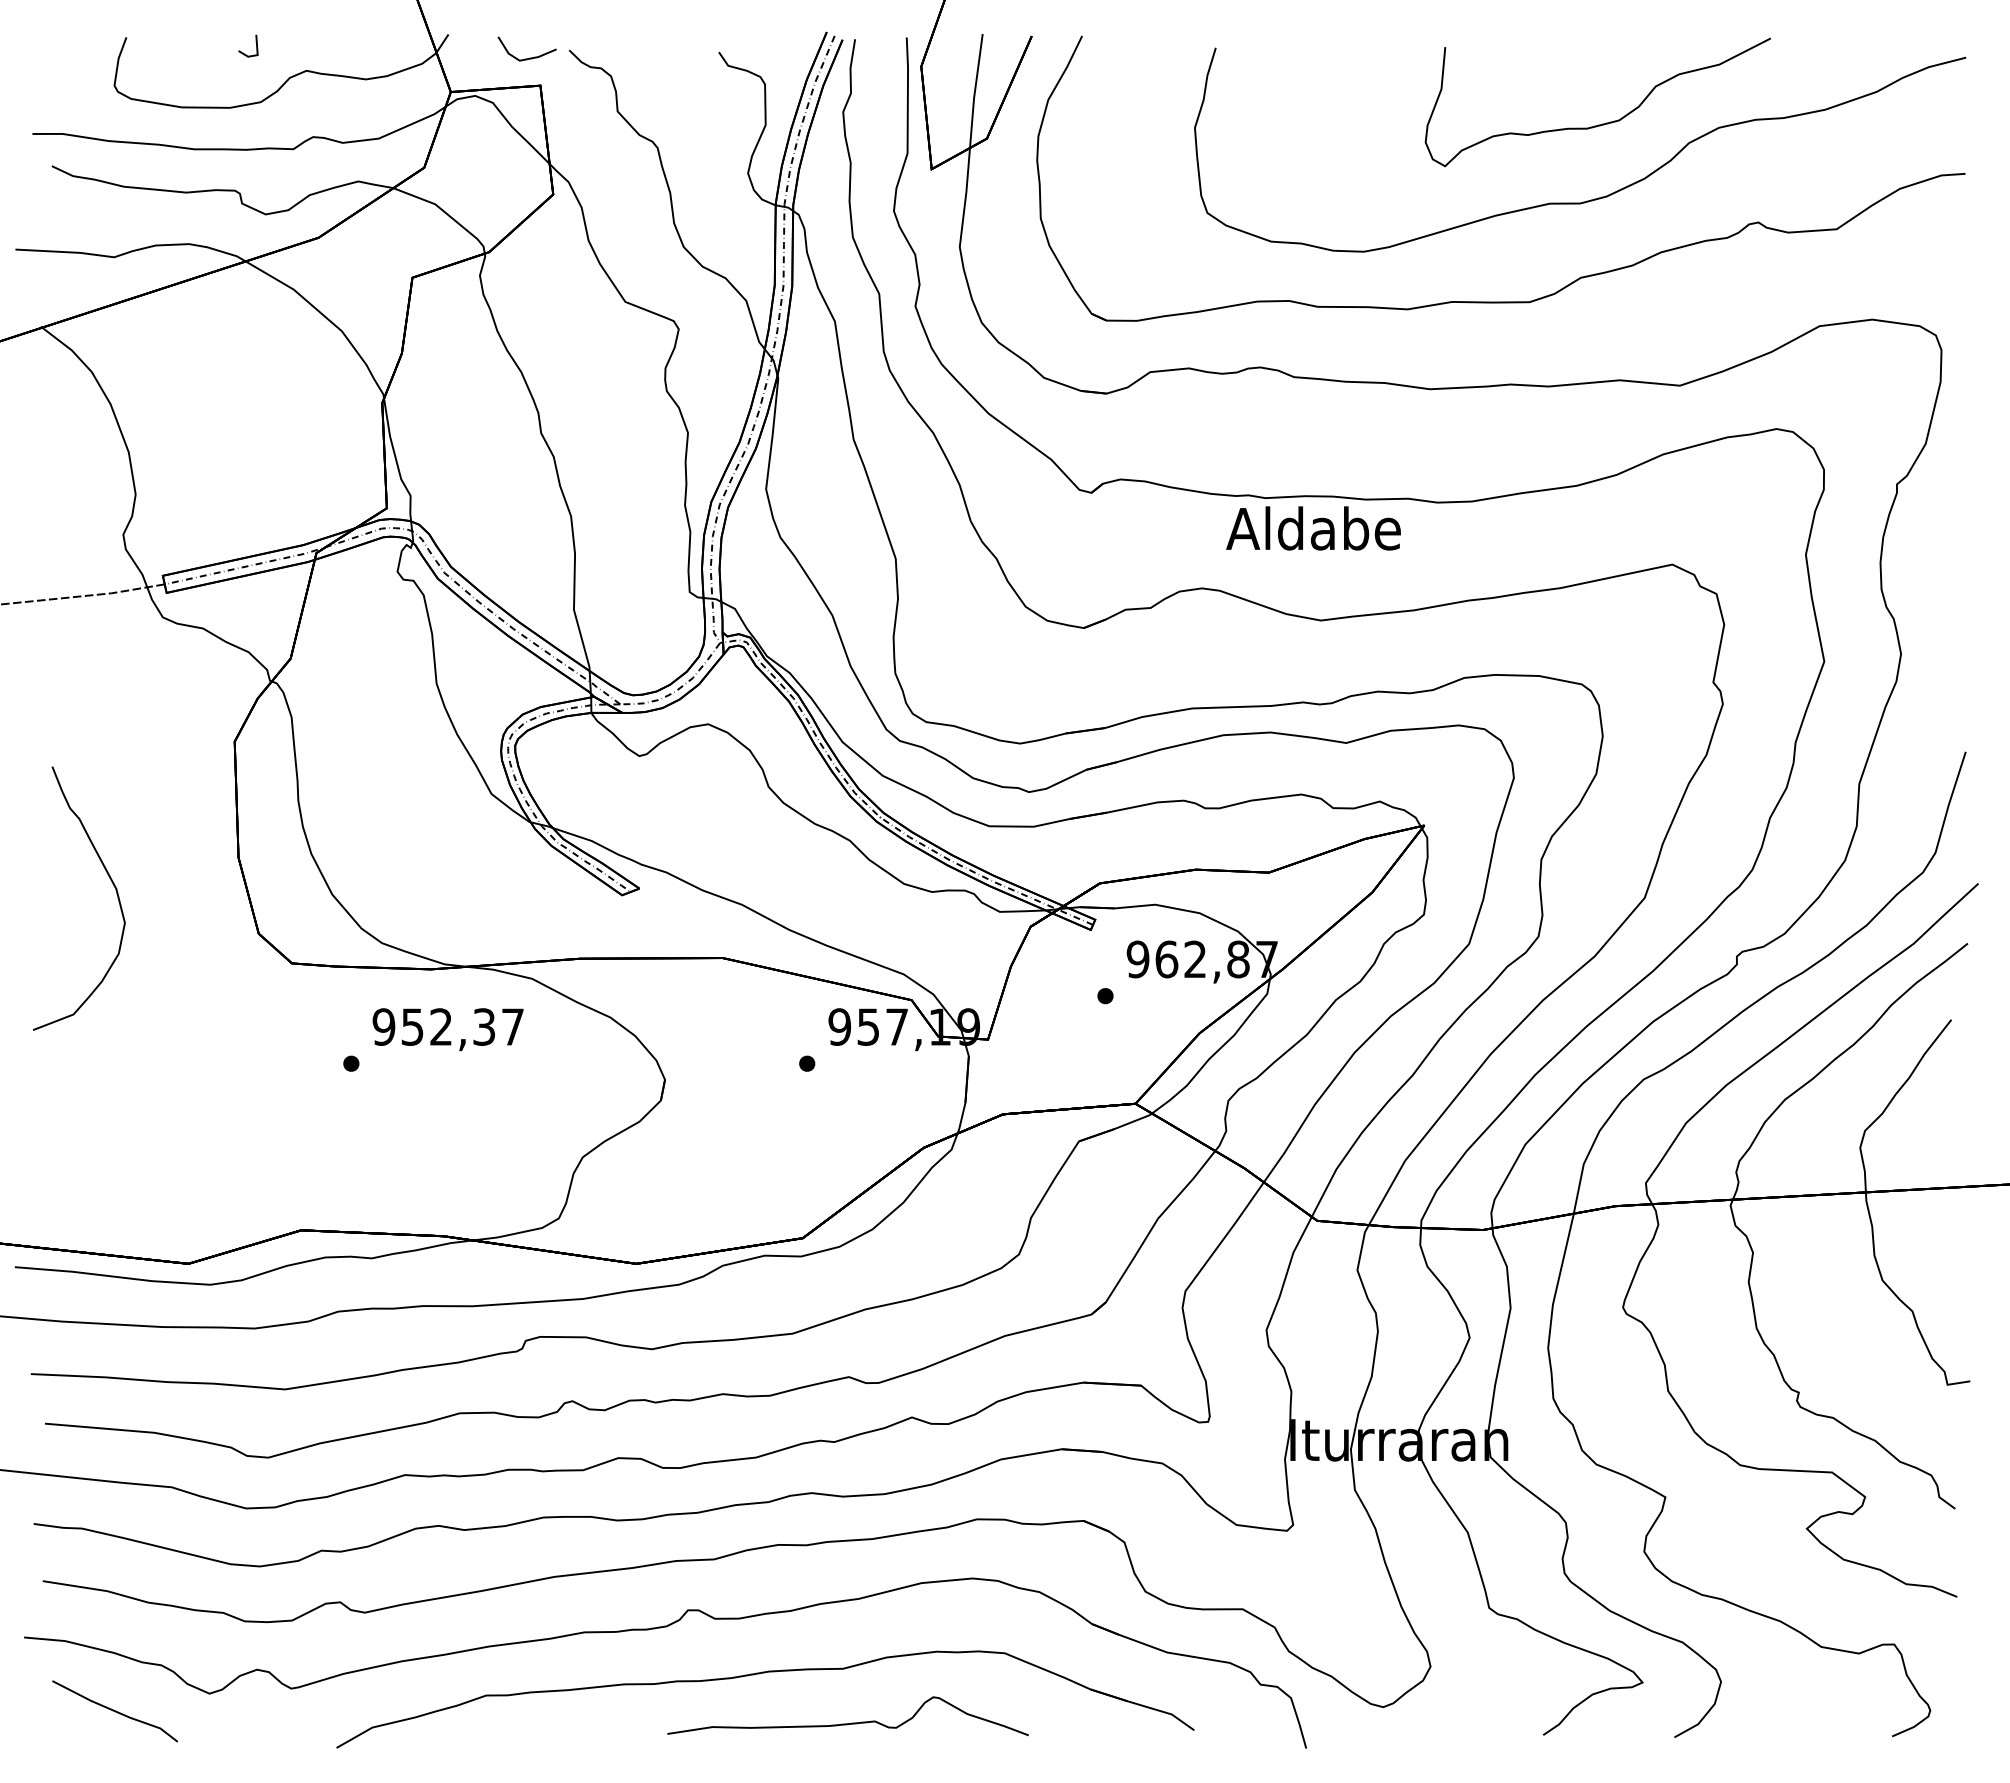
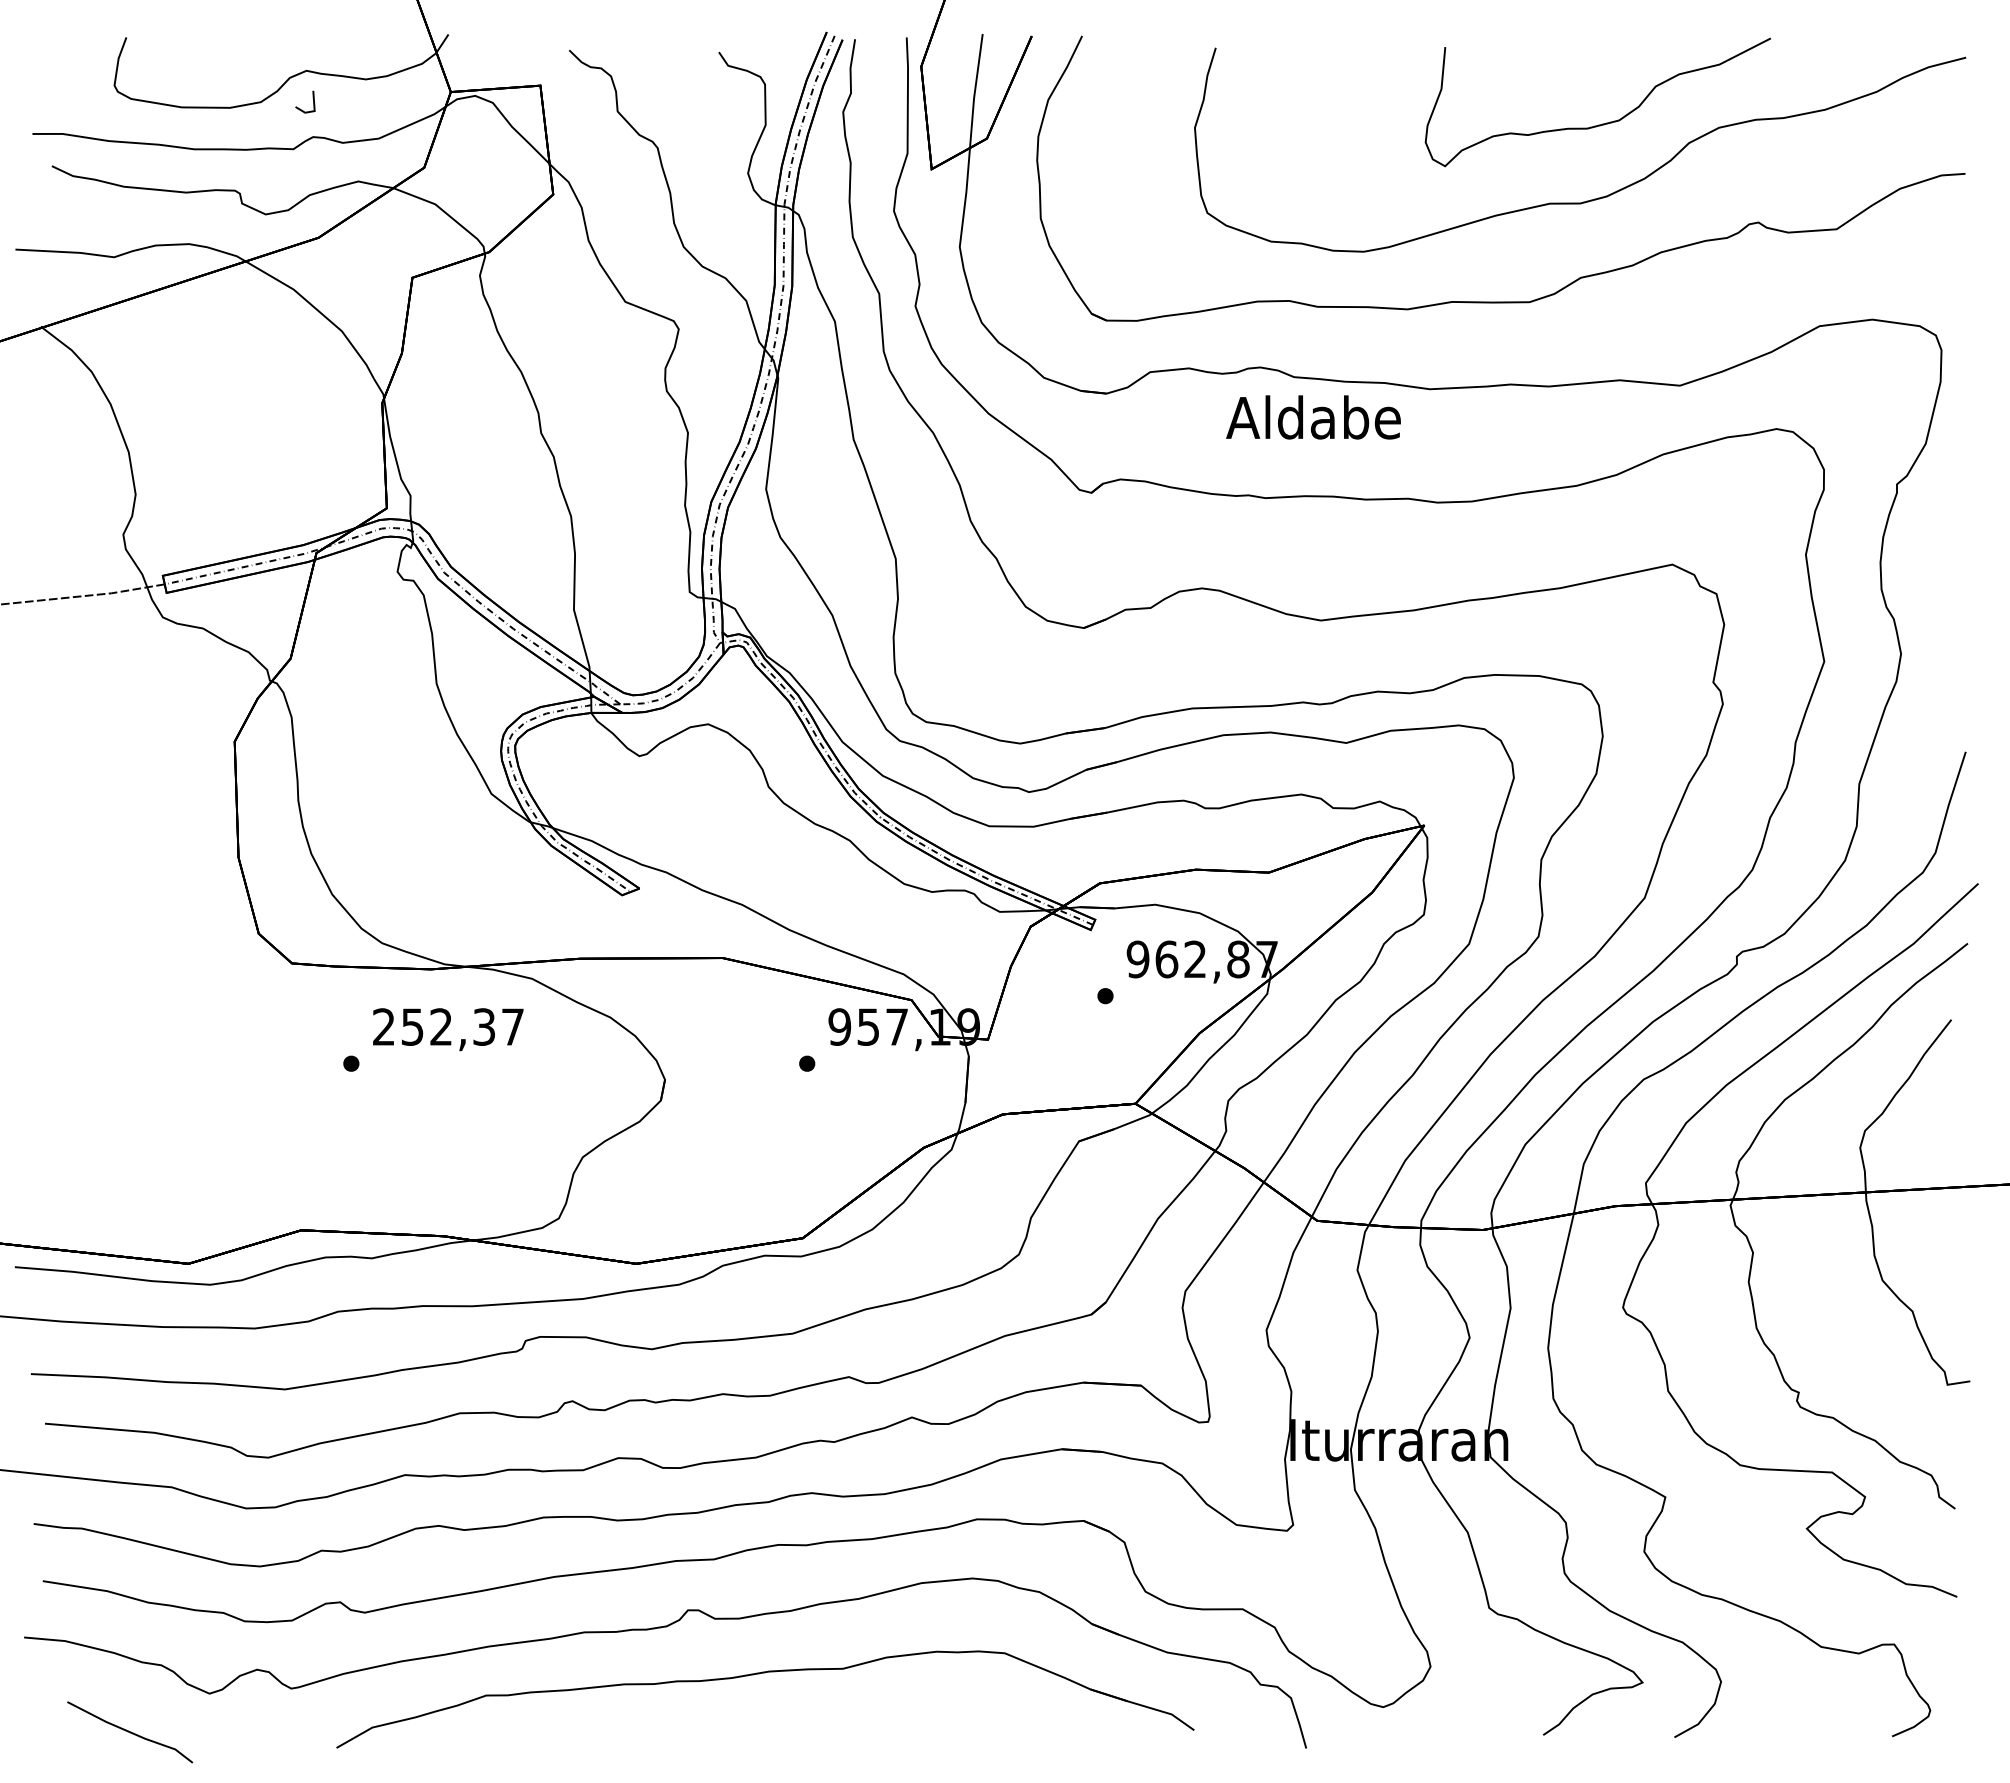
line at (255, 42) position: (255, 42) -> (312, 98)
line at (529, 57): present -> none
text at (1313, 528) position: (1313, 528) -> (1313, 417)
curve at (111, 882): present -> none
text at (383, 1026): 952,37 -> 252,37
line at (115, 1711) position: (115, 1711) -> (130, 1732)
curve at (847, 1723): present -> none
